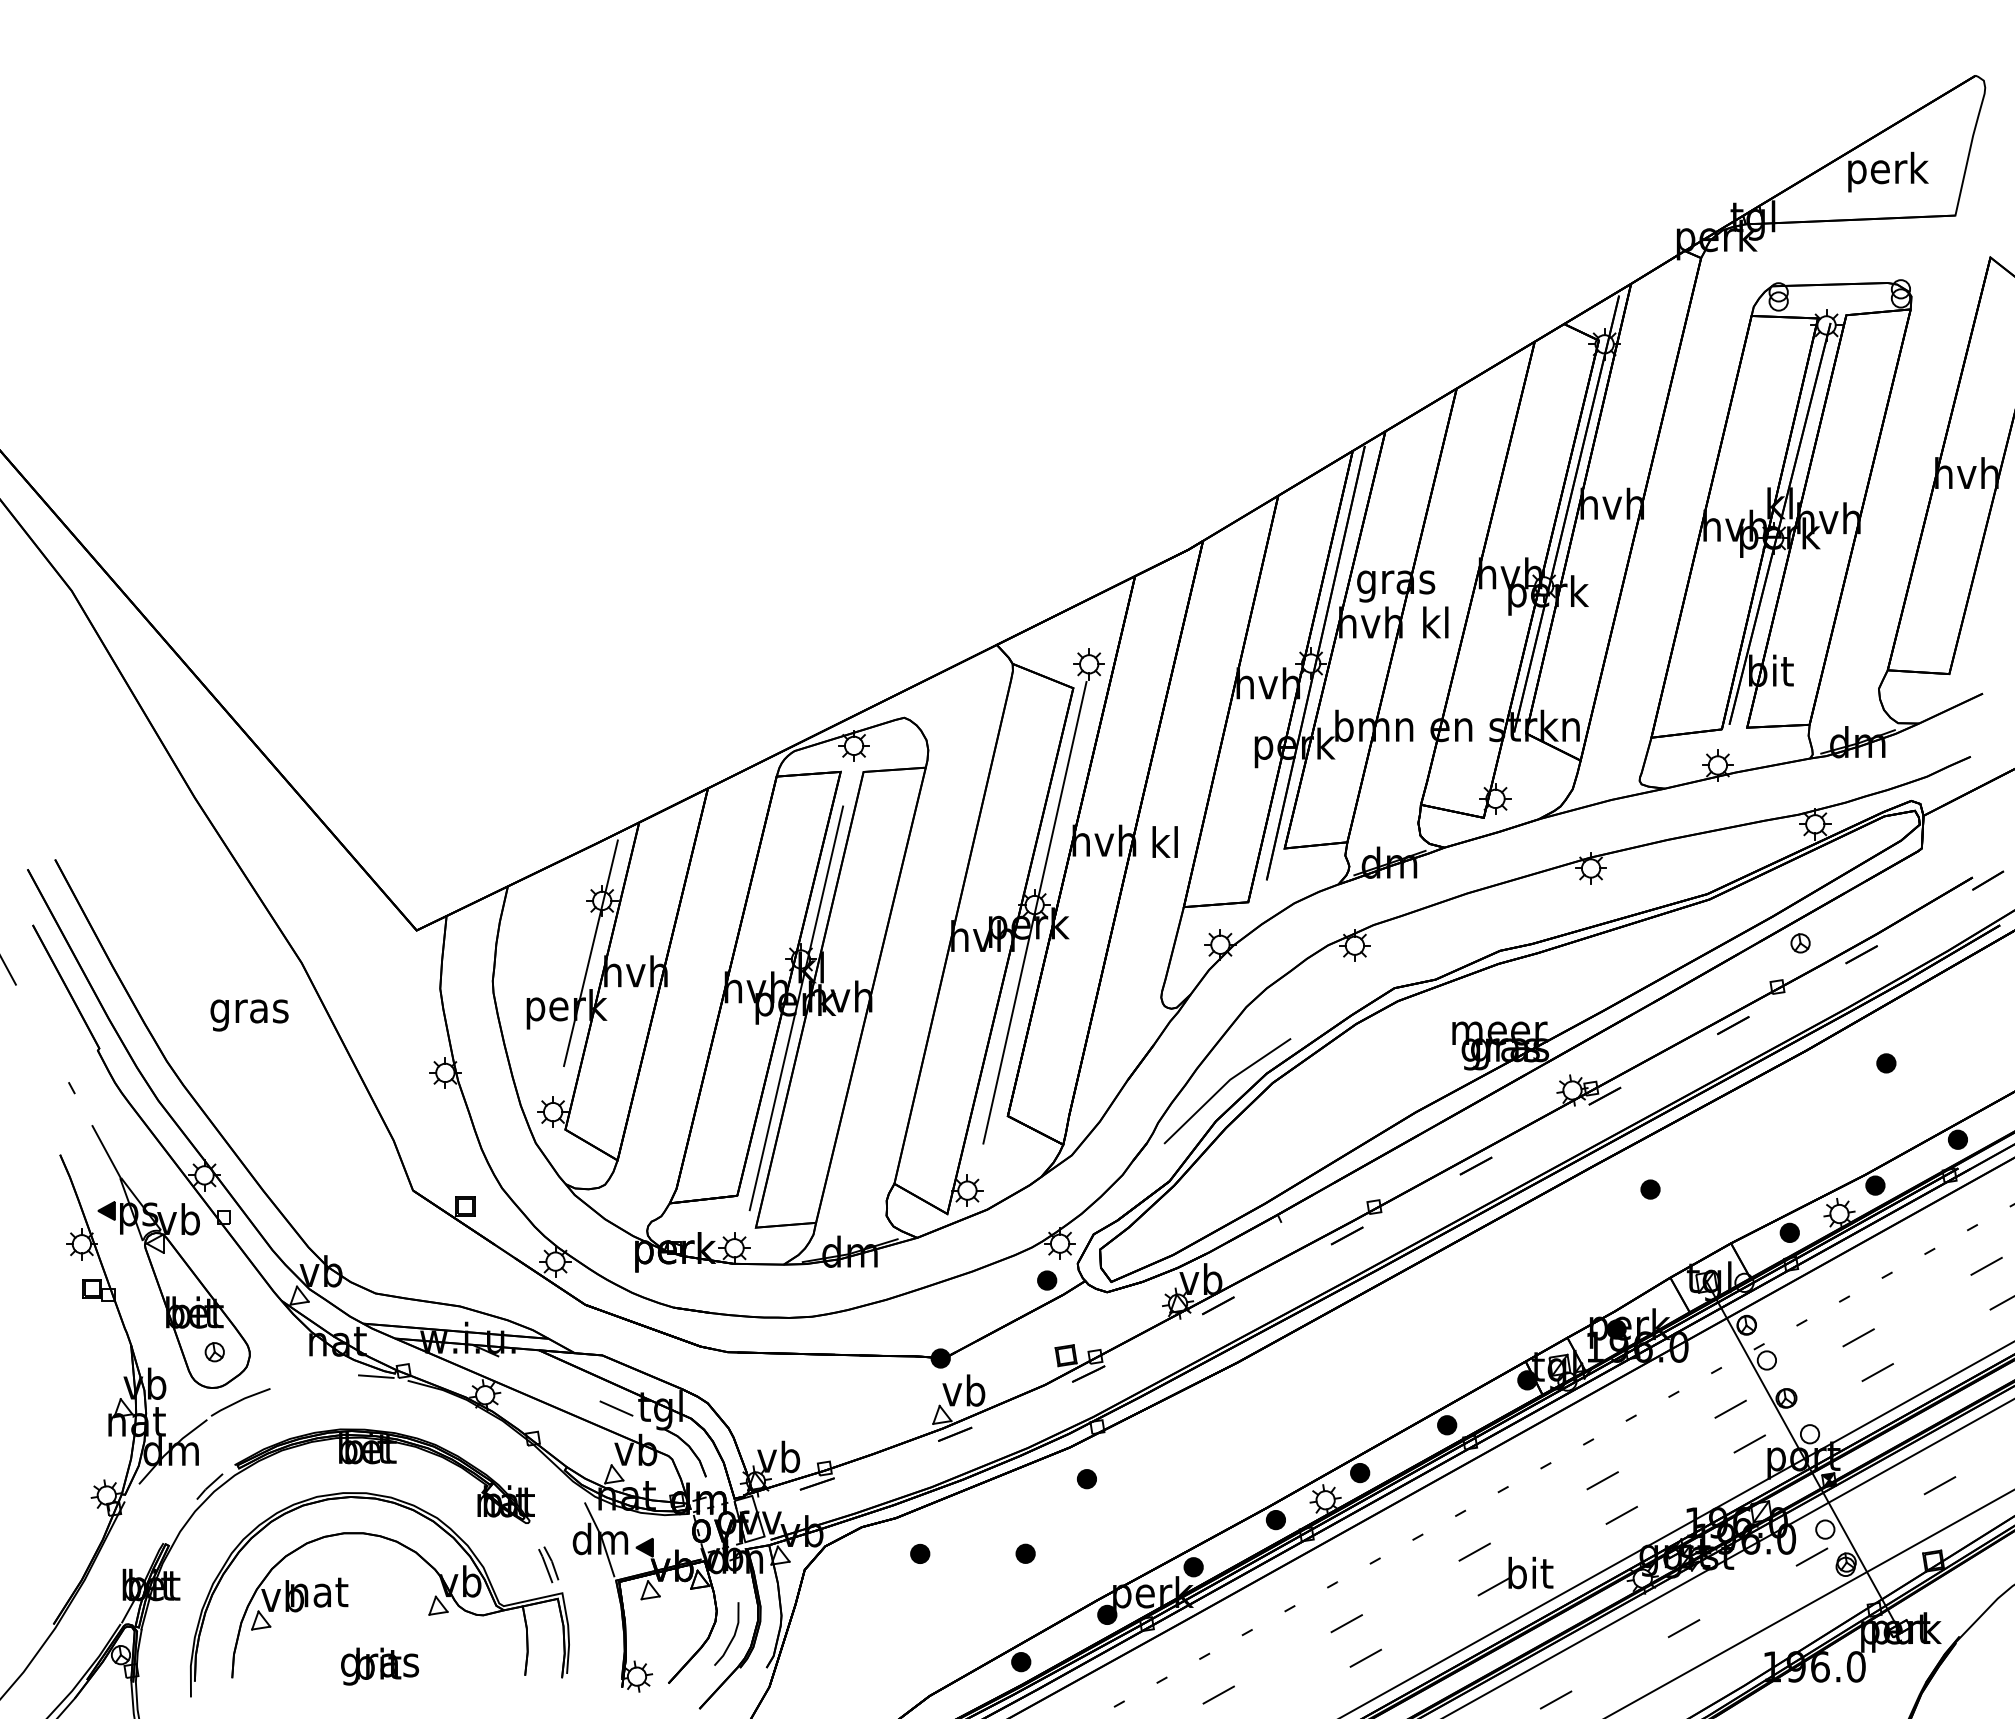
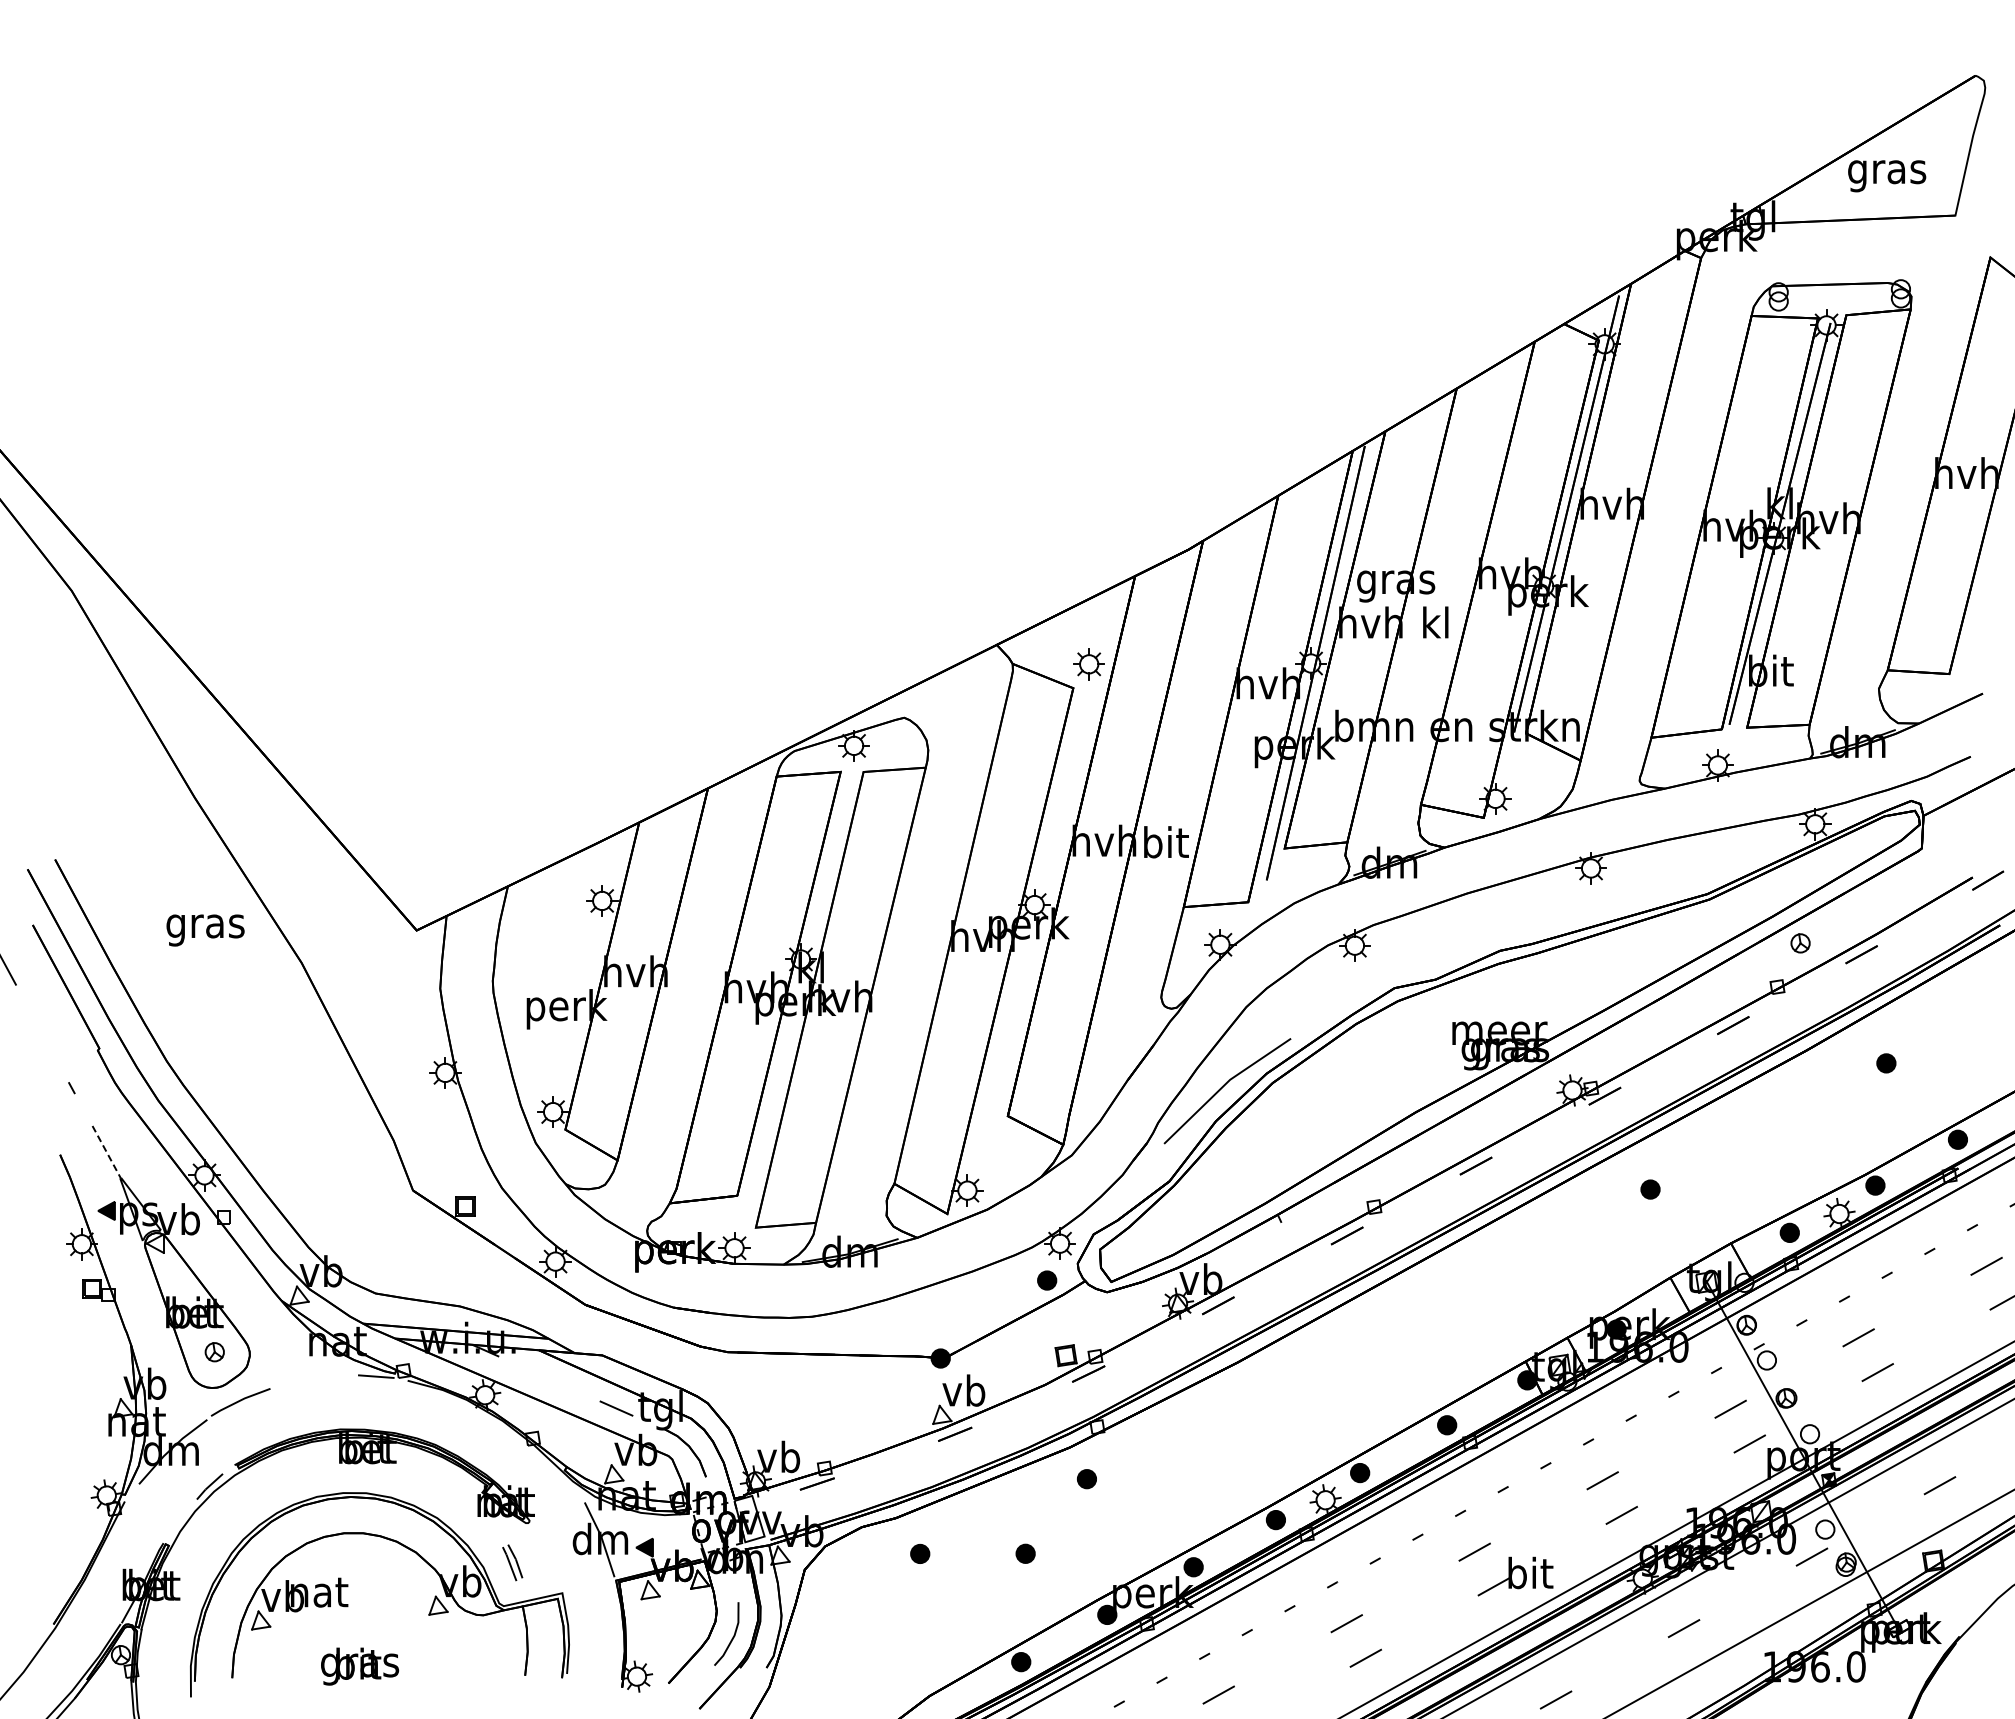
text at (1888, 171): perk -> gras
text at (1166, 842): kl -> bit
line at (1034, 912): present -> none
line at (590, 953): present -> none
line at (796, 1008): present -> none
text at (249, 1015) position: (249, 1015) -> (205, 930)
line at (106, 1152): solid -> dashed
part at (548, 1564) position: (548, 1564) -> (512, 1562)
text at (380, 1666) position: (380, 1666) -> (360, 1666)
